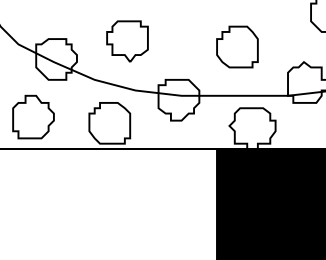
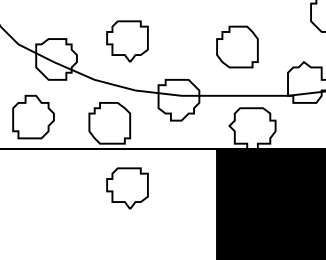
part at (127, 188): none -> present
